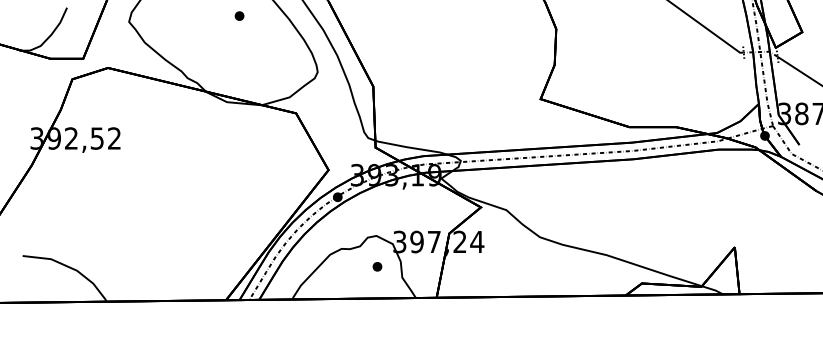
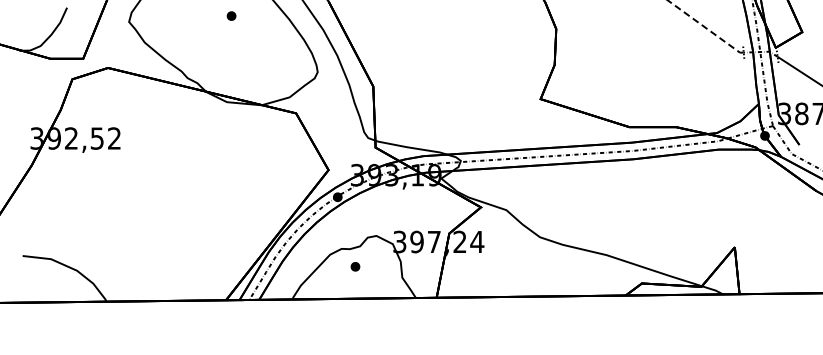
part at (239, 15) position: (239, 15) -> (231, 15)
line at (705, 27): solid -> dashed
part at (377, 266) position: (377, 266) -> (355, 266)
